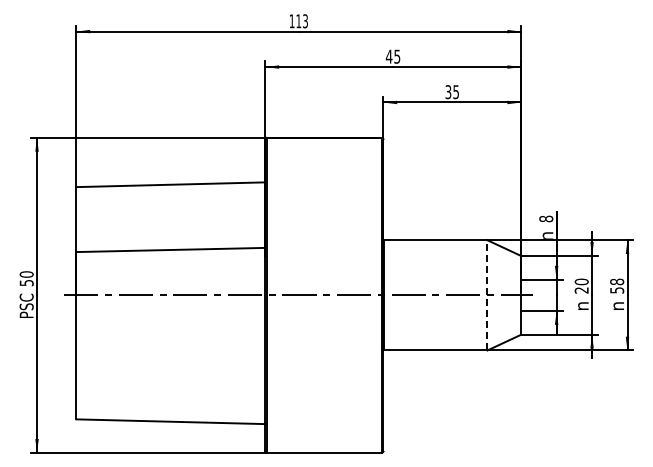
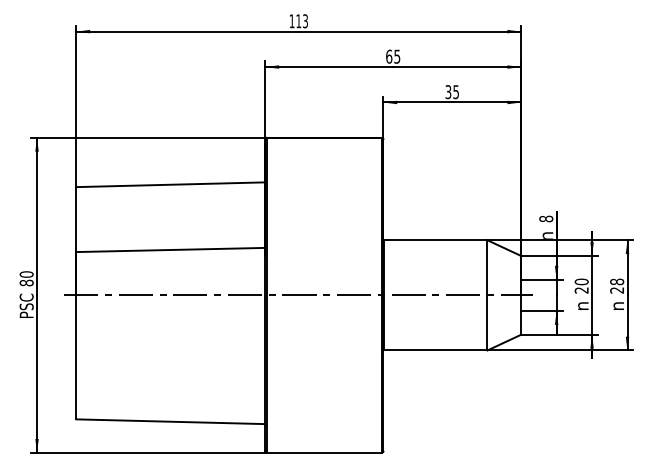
text at (388, 56): 45 -> 65
text at (26, 282): 50 -> 80
text at (617, 290): 58 -> 28
line at (487, 294): dashed -> solid
